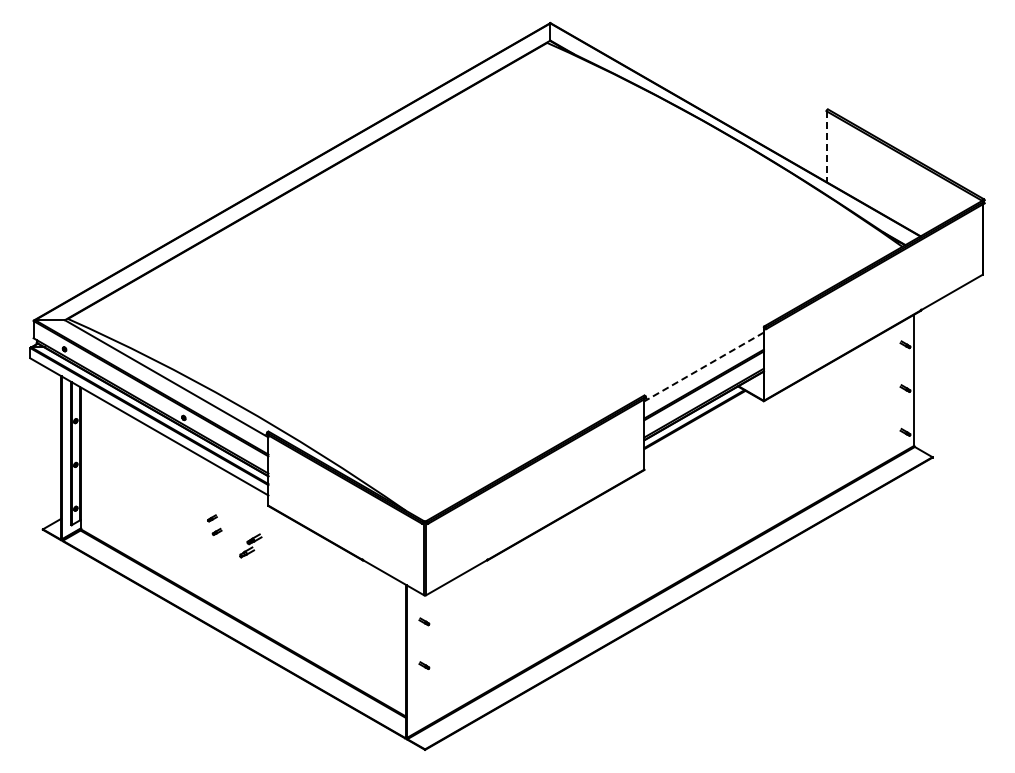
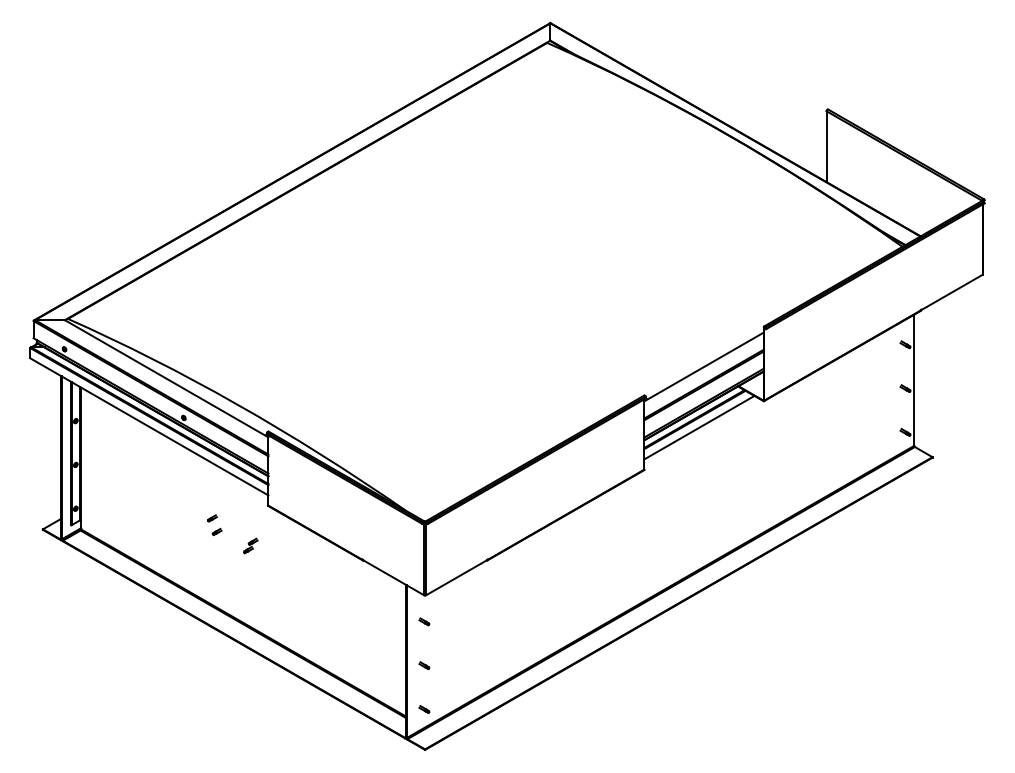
line at (826, 147): dashed -> solid
line at (704, 366): dashed -> solid
line at (699, 427): none -> present
part at (250, 545) size: 24x26 px -> 16x18 px
part at (424, 709): none -> present
